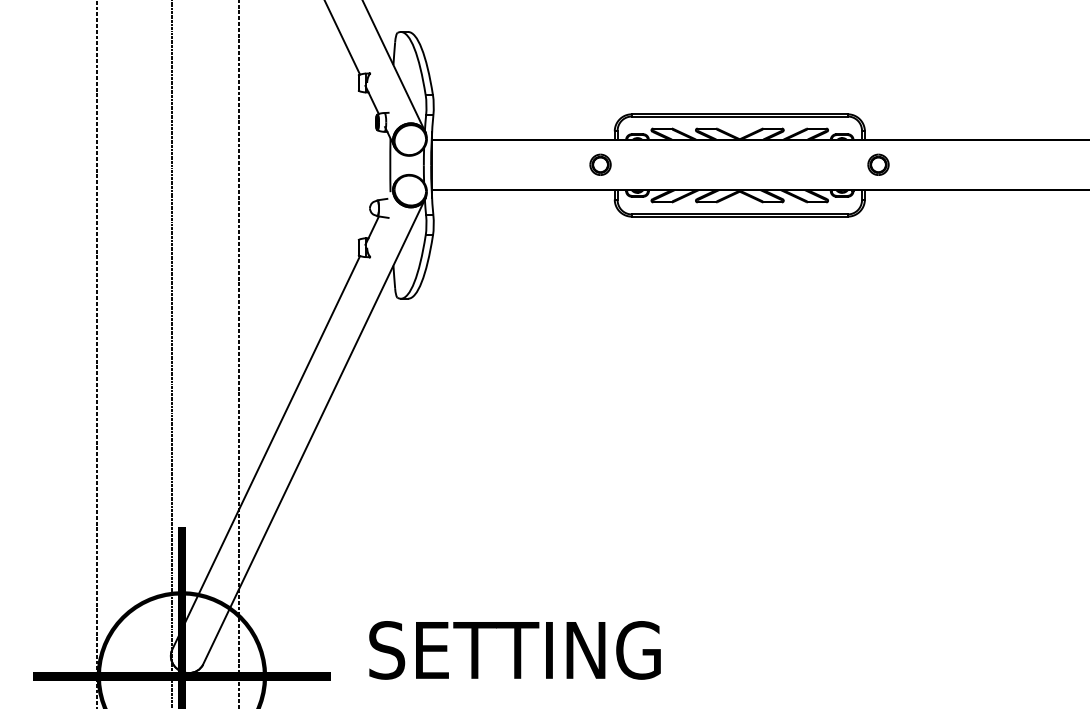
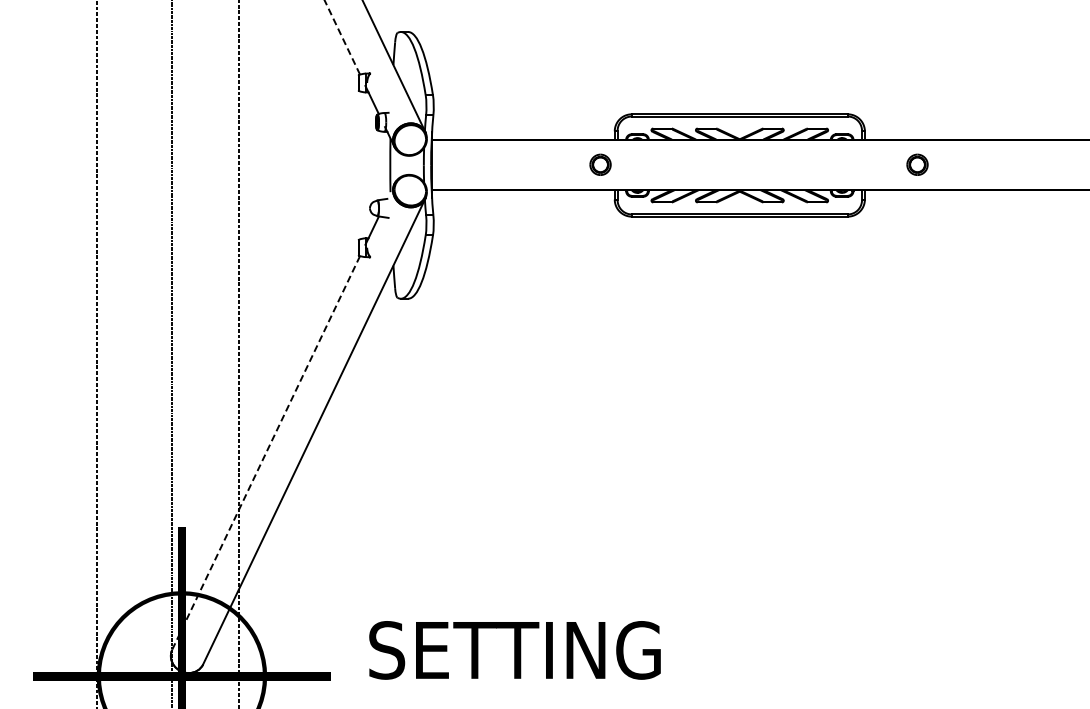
line at (342, 37): solid -> dashed
part at (878, 164) position: (878, 164) -> (917, 164)
line at (266, 452): solid -> dashed
